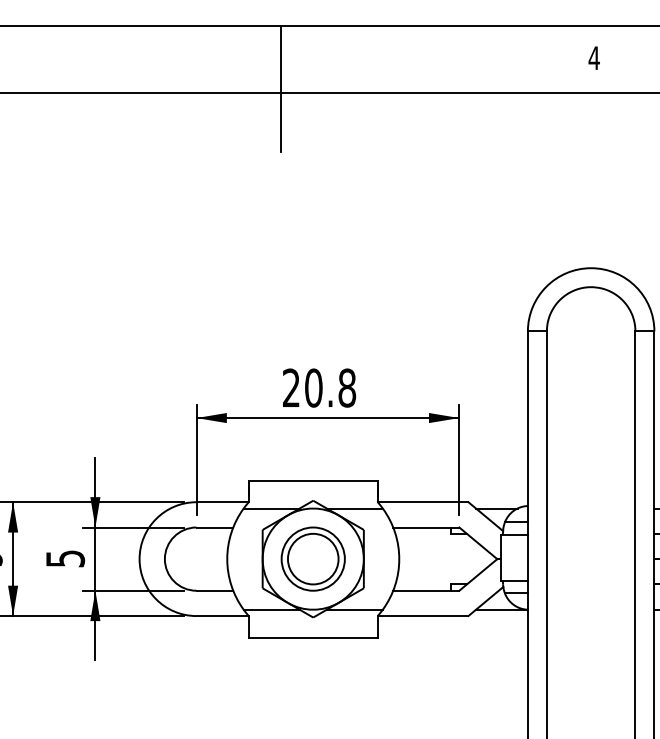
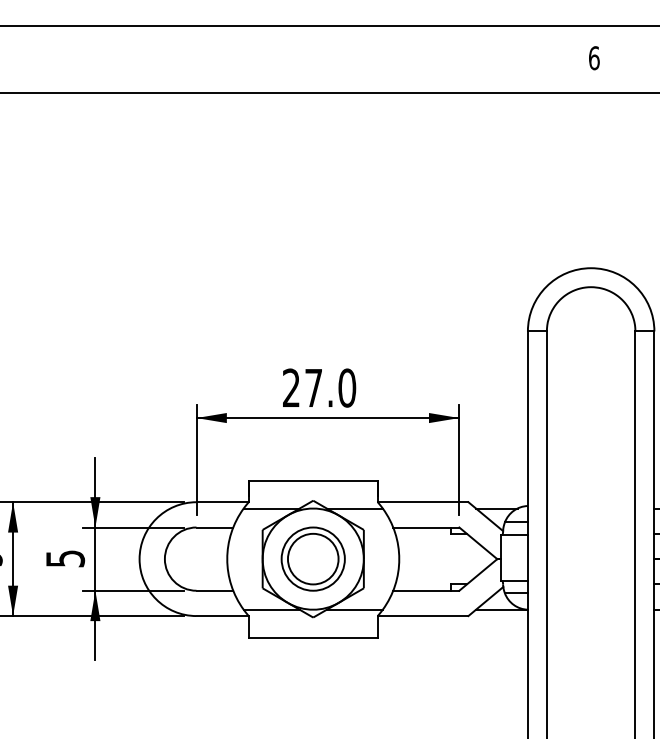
text at (593, 58): 4 -> 6
line at (281, 88): present -> none
text at (330, 387): 20.8 -> 27.0
